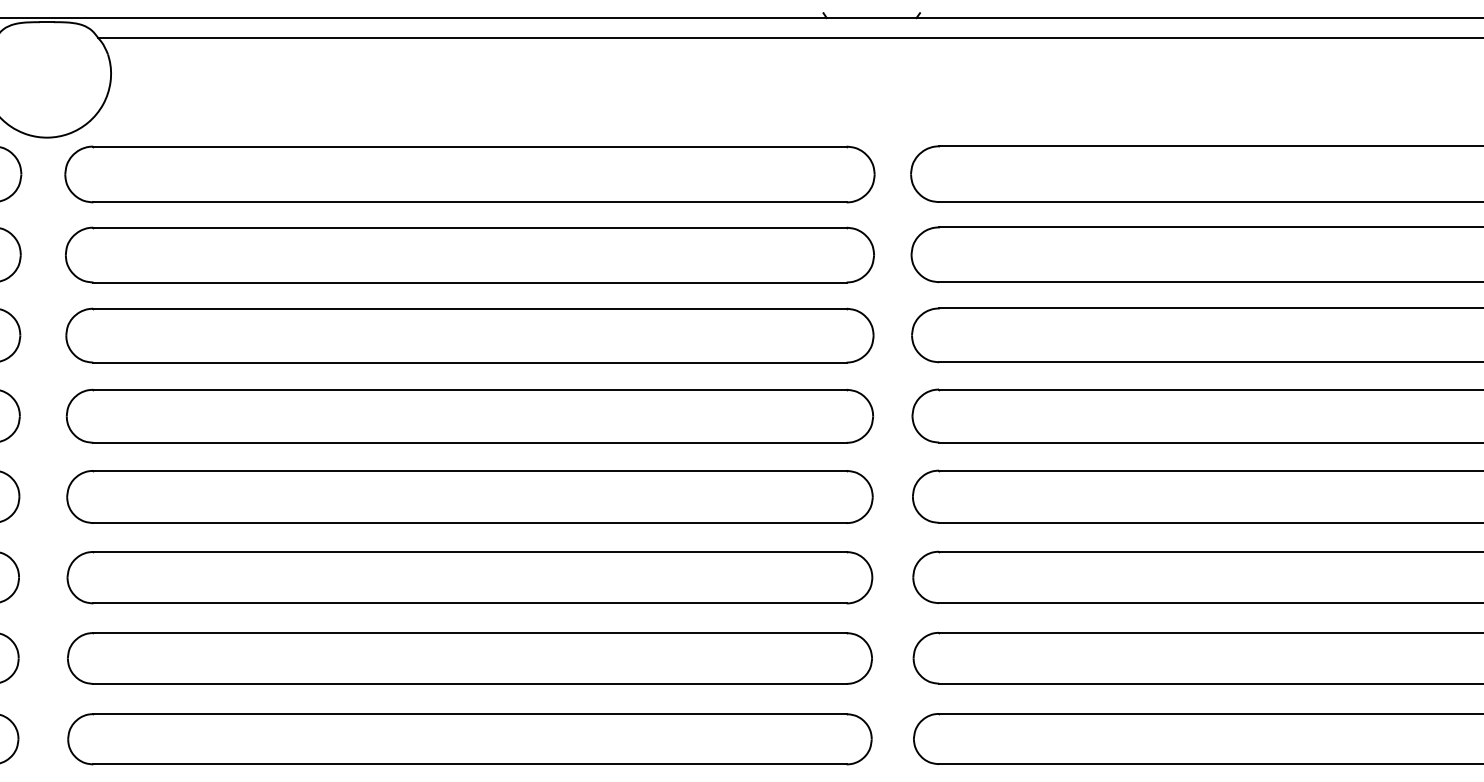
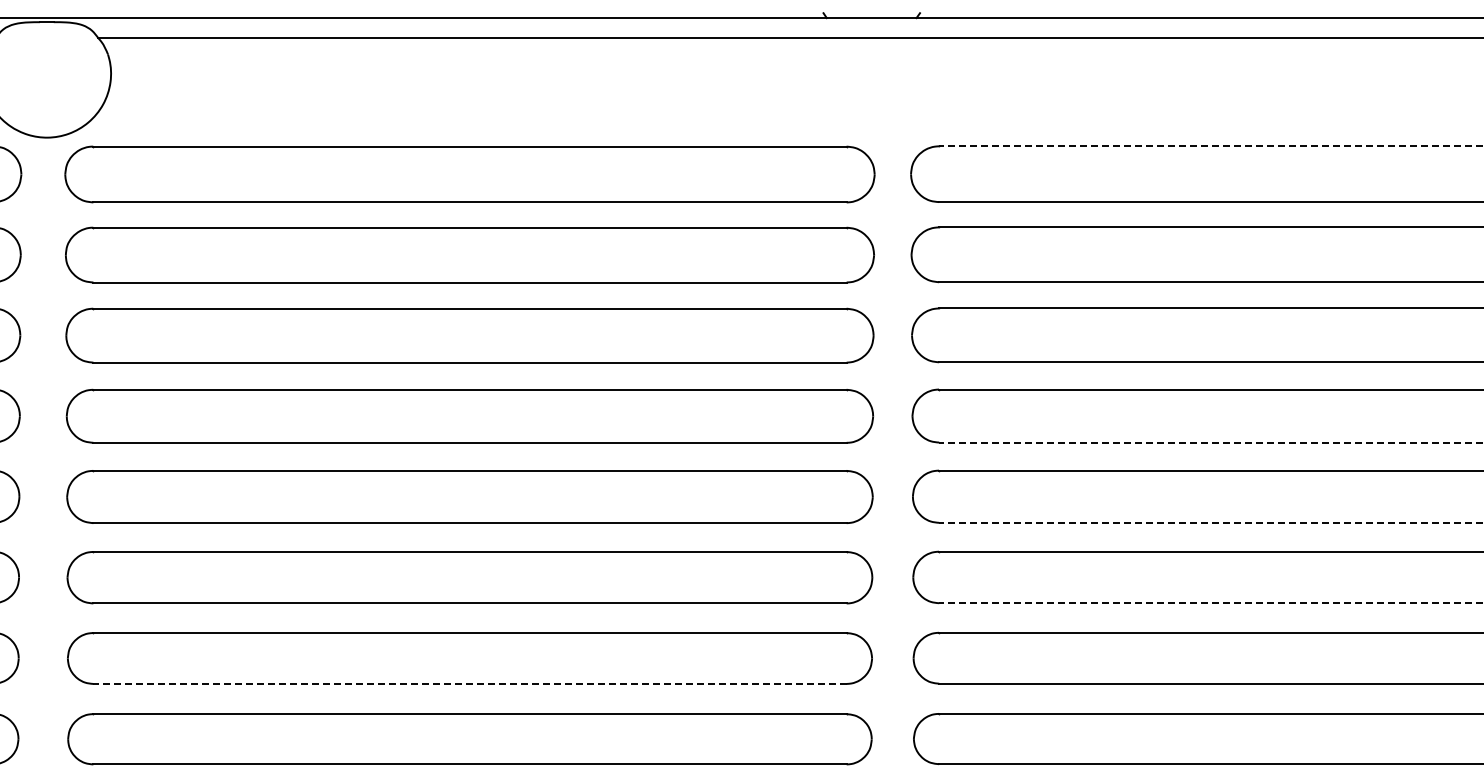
line at (1210, 146): solid -> dashed
line at (1210, 442): solid -> dashed
line at (1210, 522): solid -> dashed
line at (1210, 603): solid -> dashed
line at (470, 683): solid -> dashed
